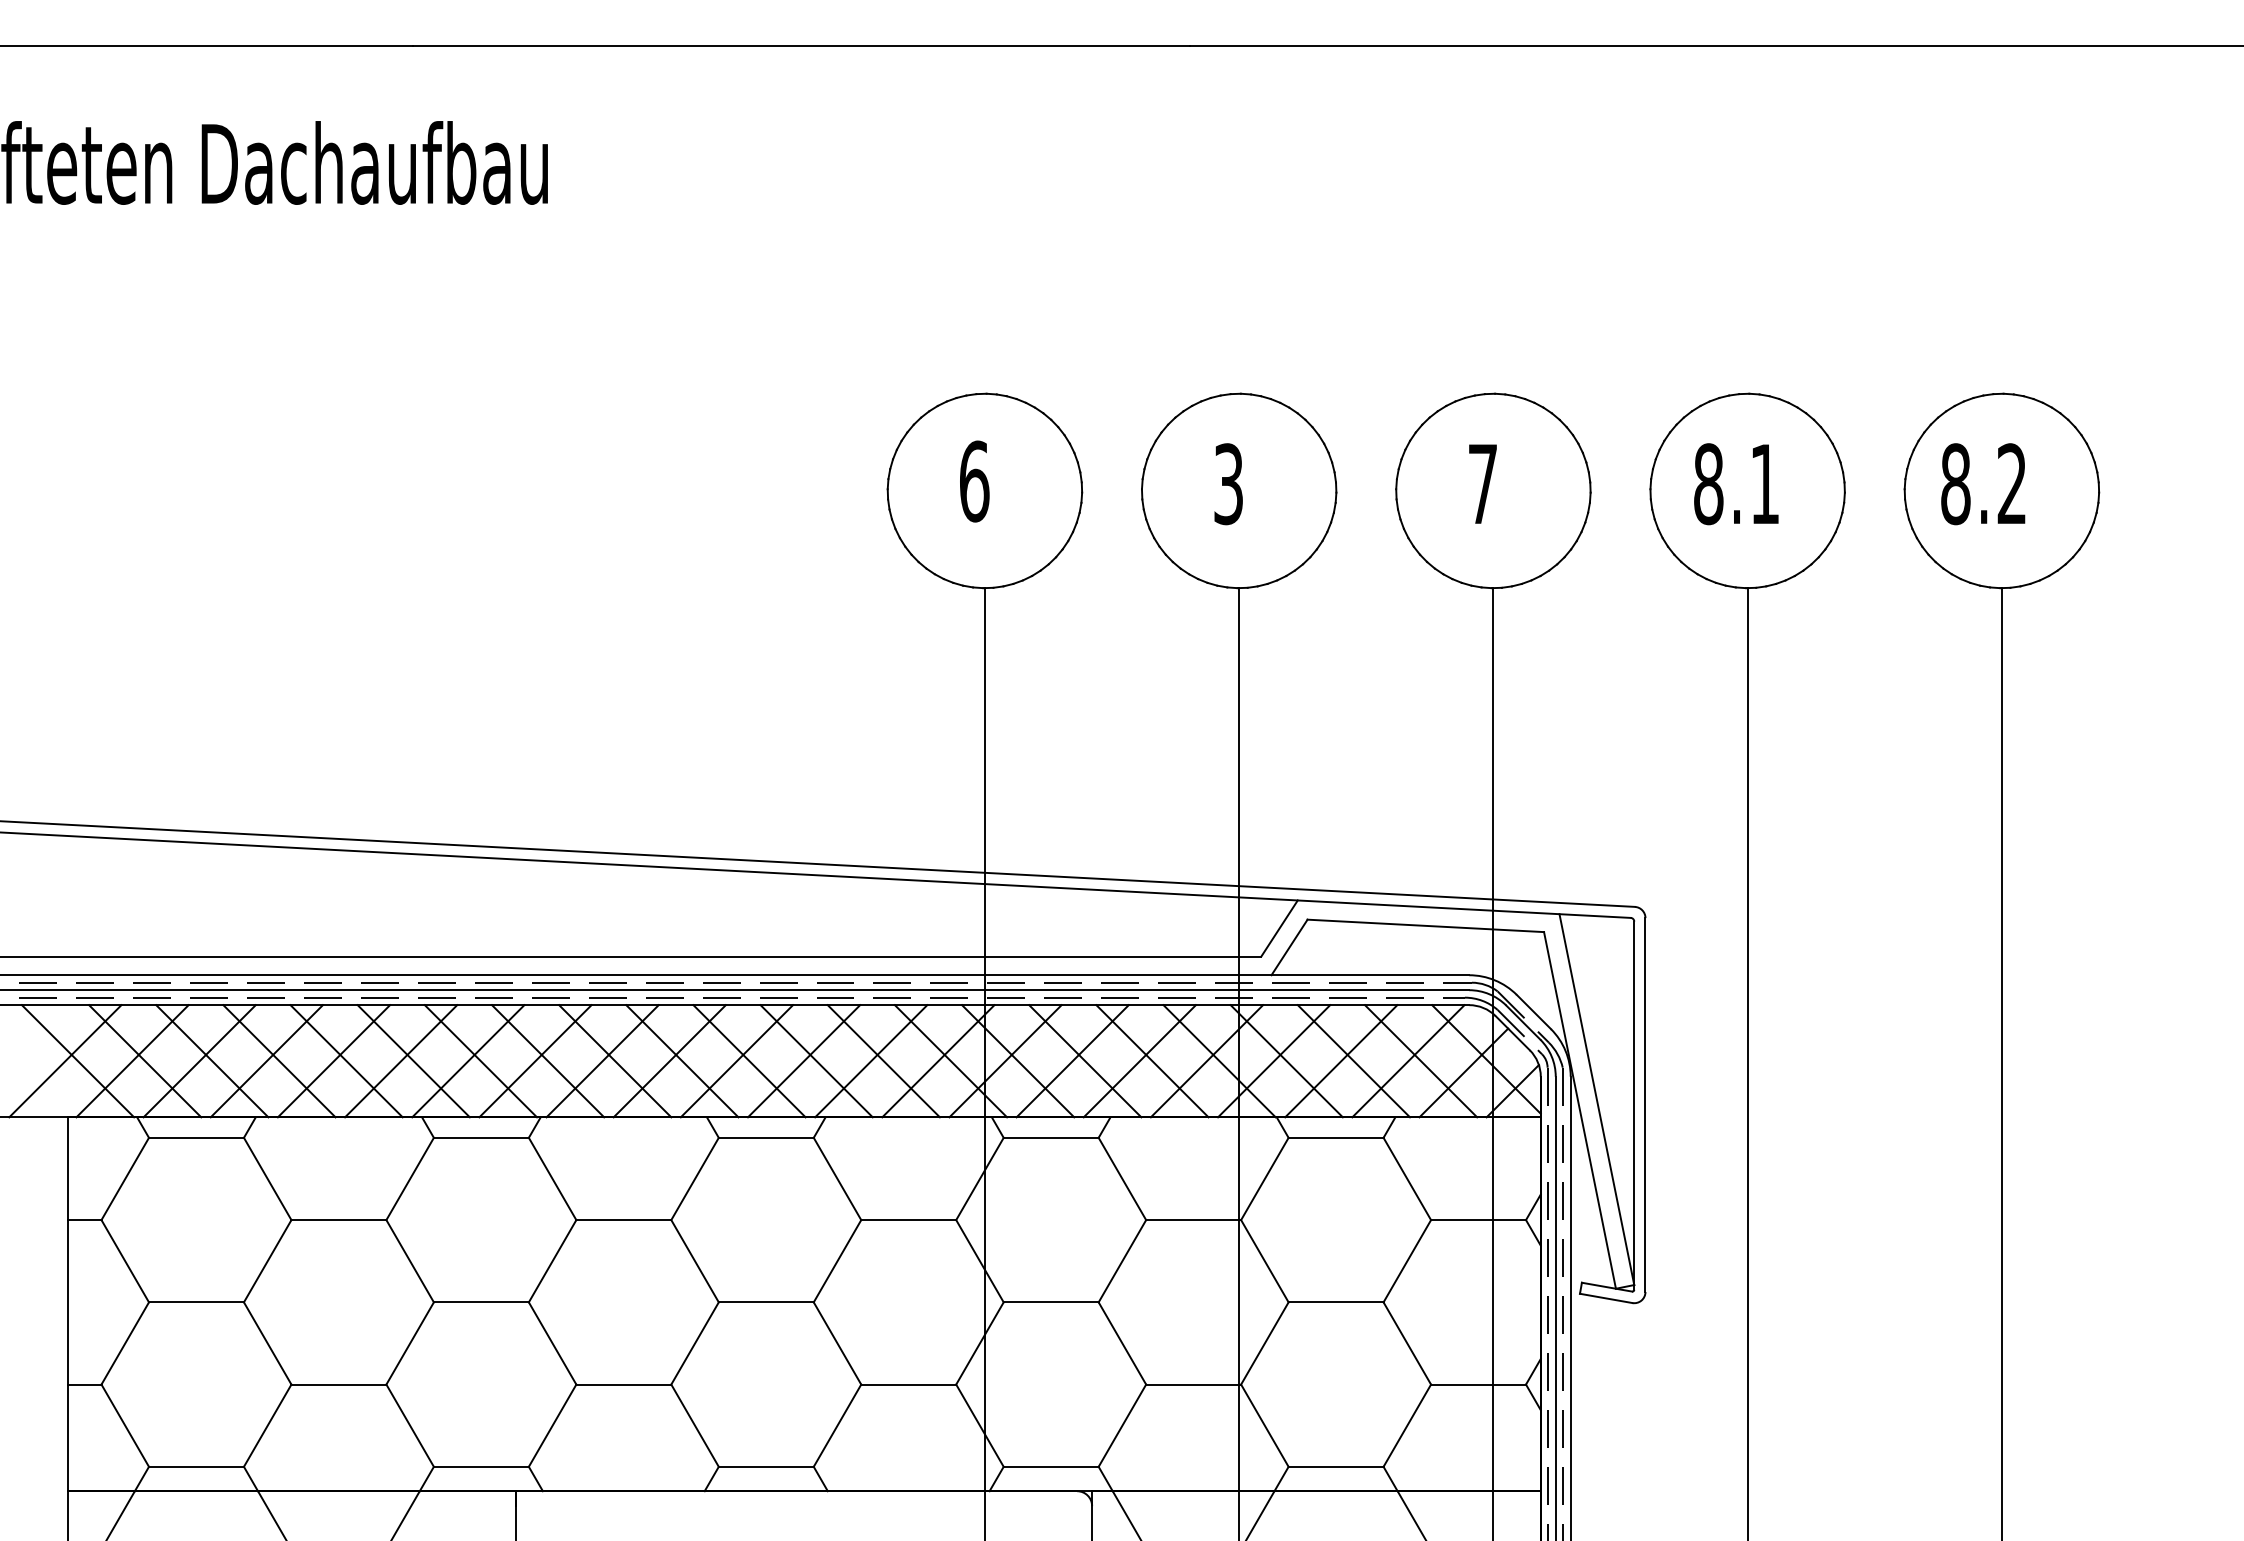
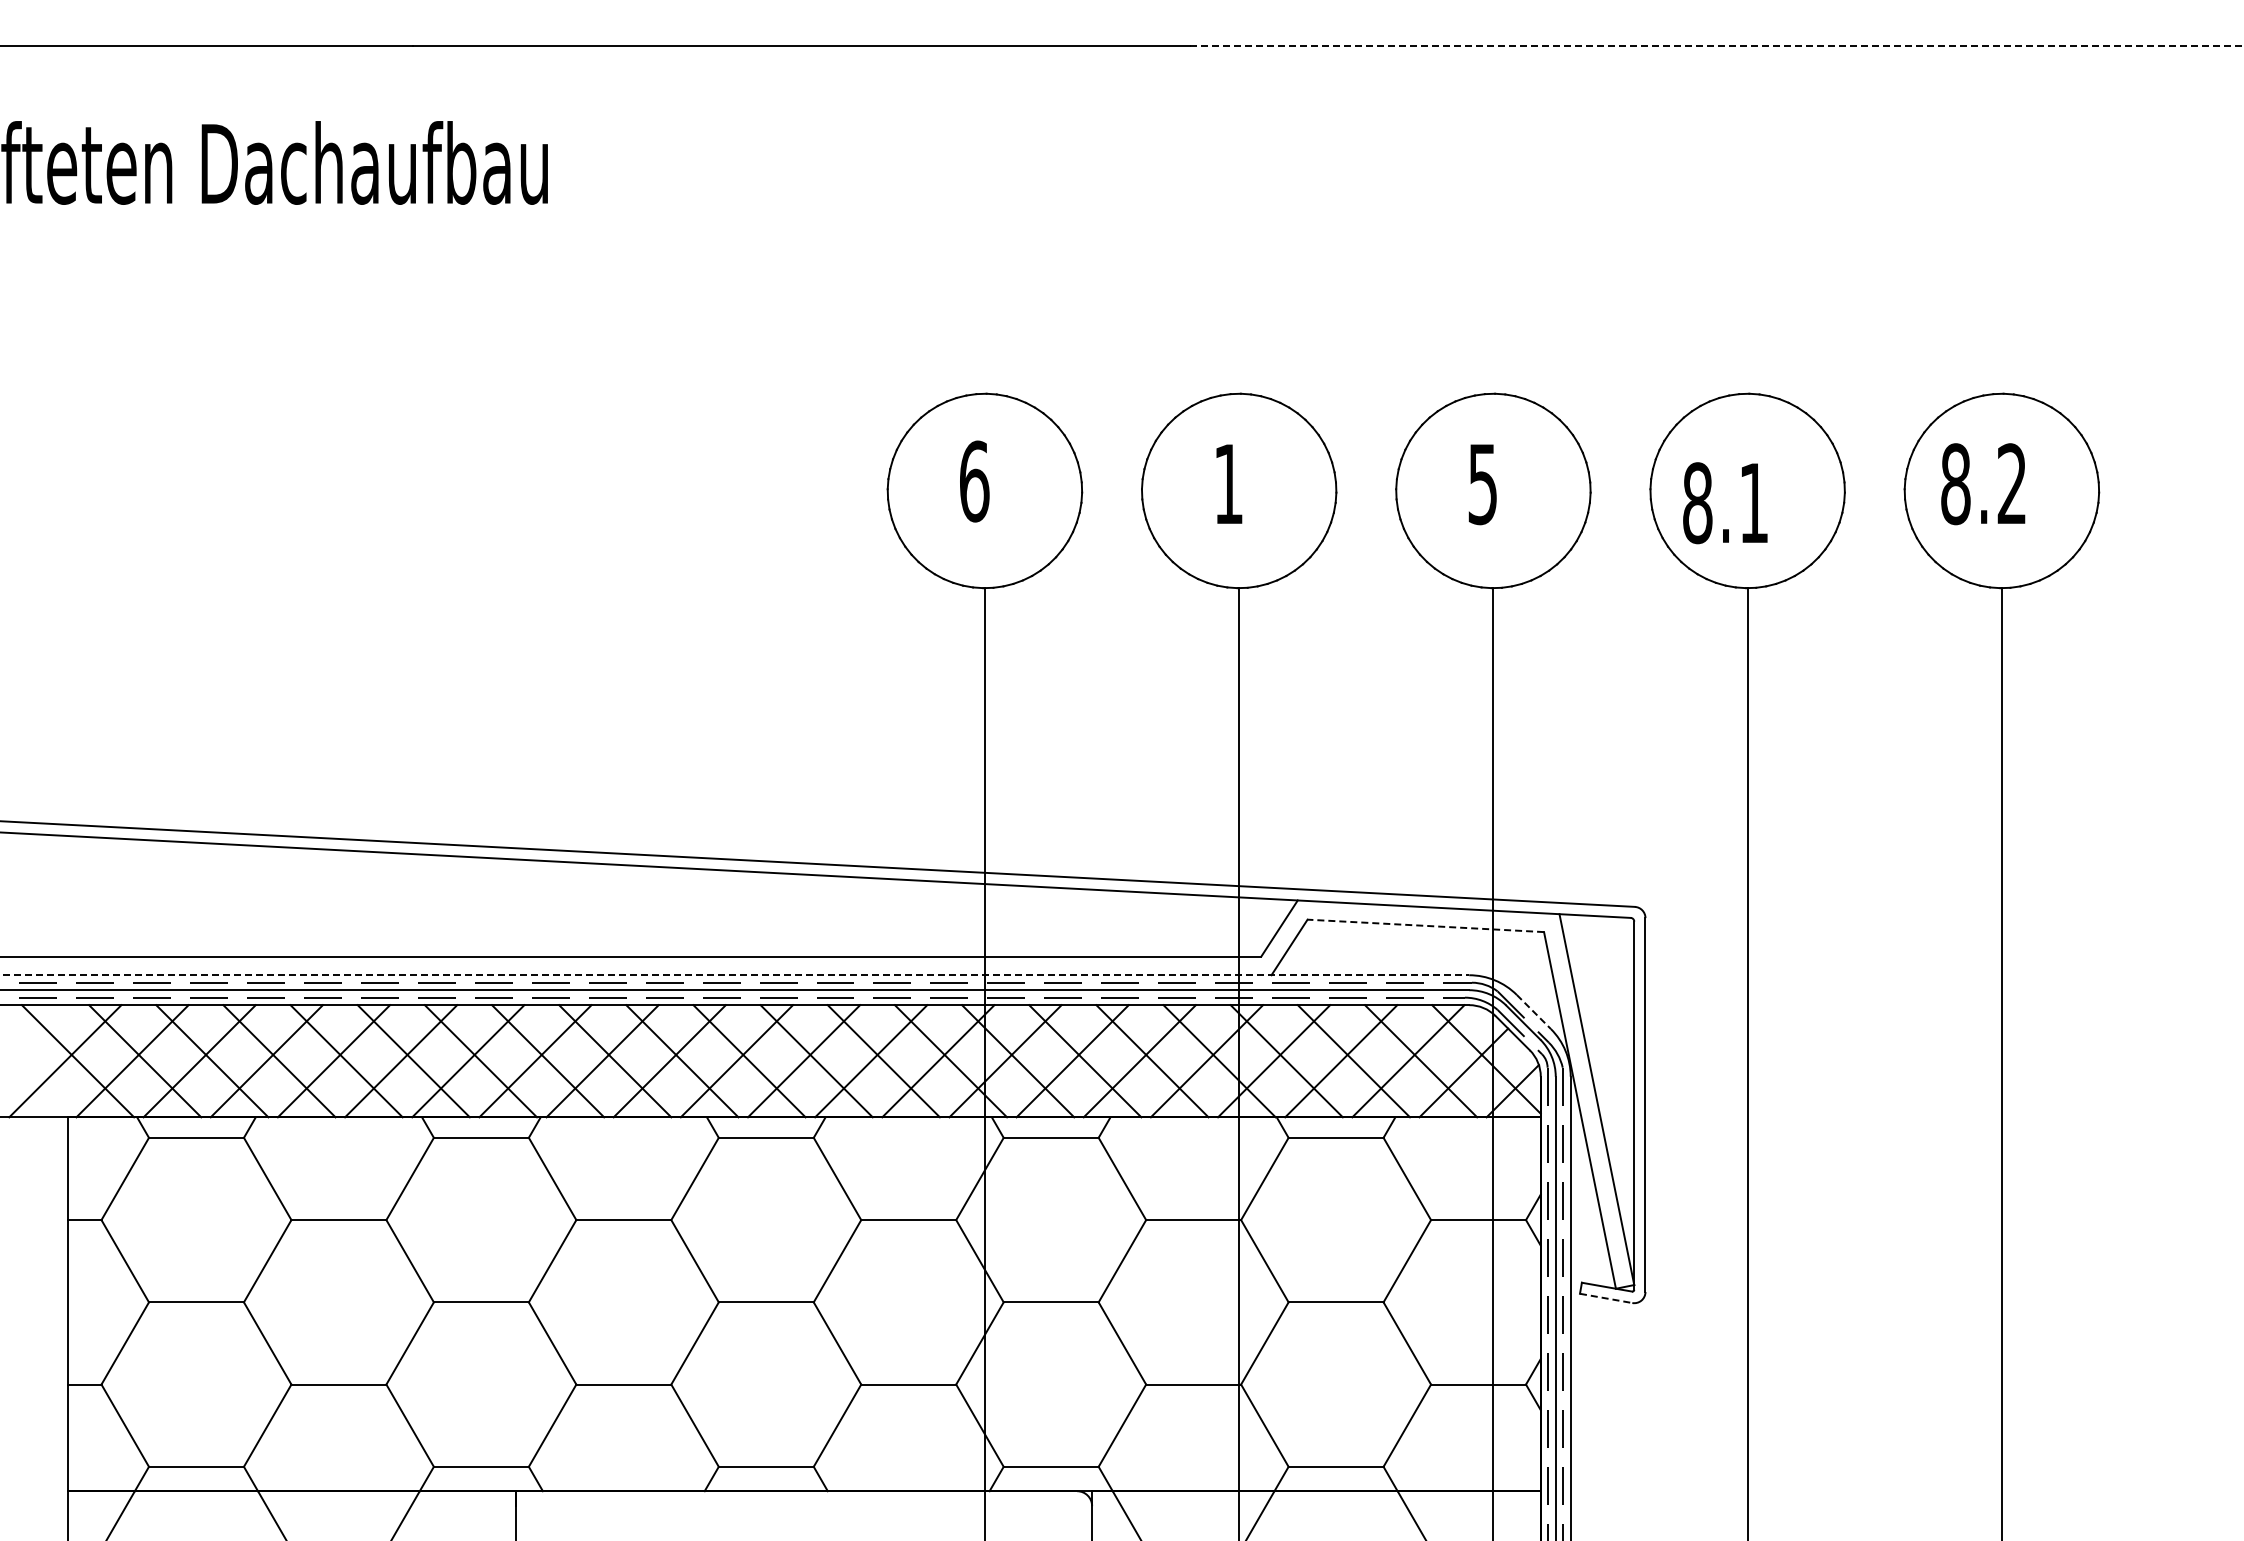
line at (1717, 46): solid -> dashed
text at (1228, 484): 3 -> 1
text at (1482, 484): 7 -> 5
text at (1736, 484) position: (1736, 484) -> (1725, 503)
line at (1425, 925): solid -> dashed
line at (735, 975): solid -> dashed
line at (1534, 1012): solid -> dashed
line at (1606, 1298): solid -> dashed
